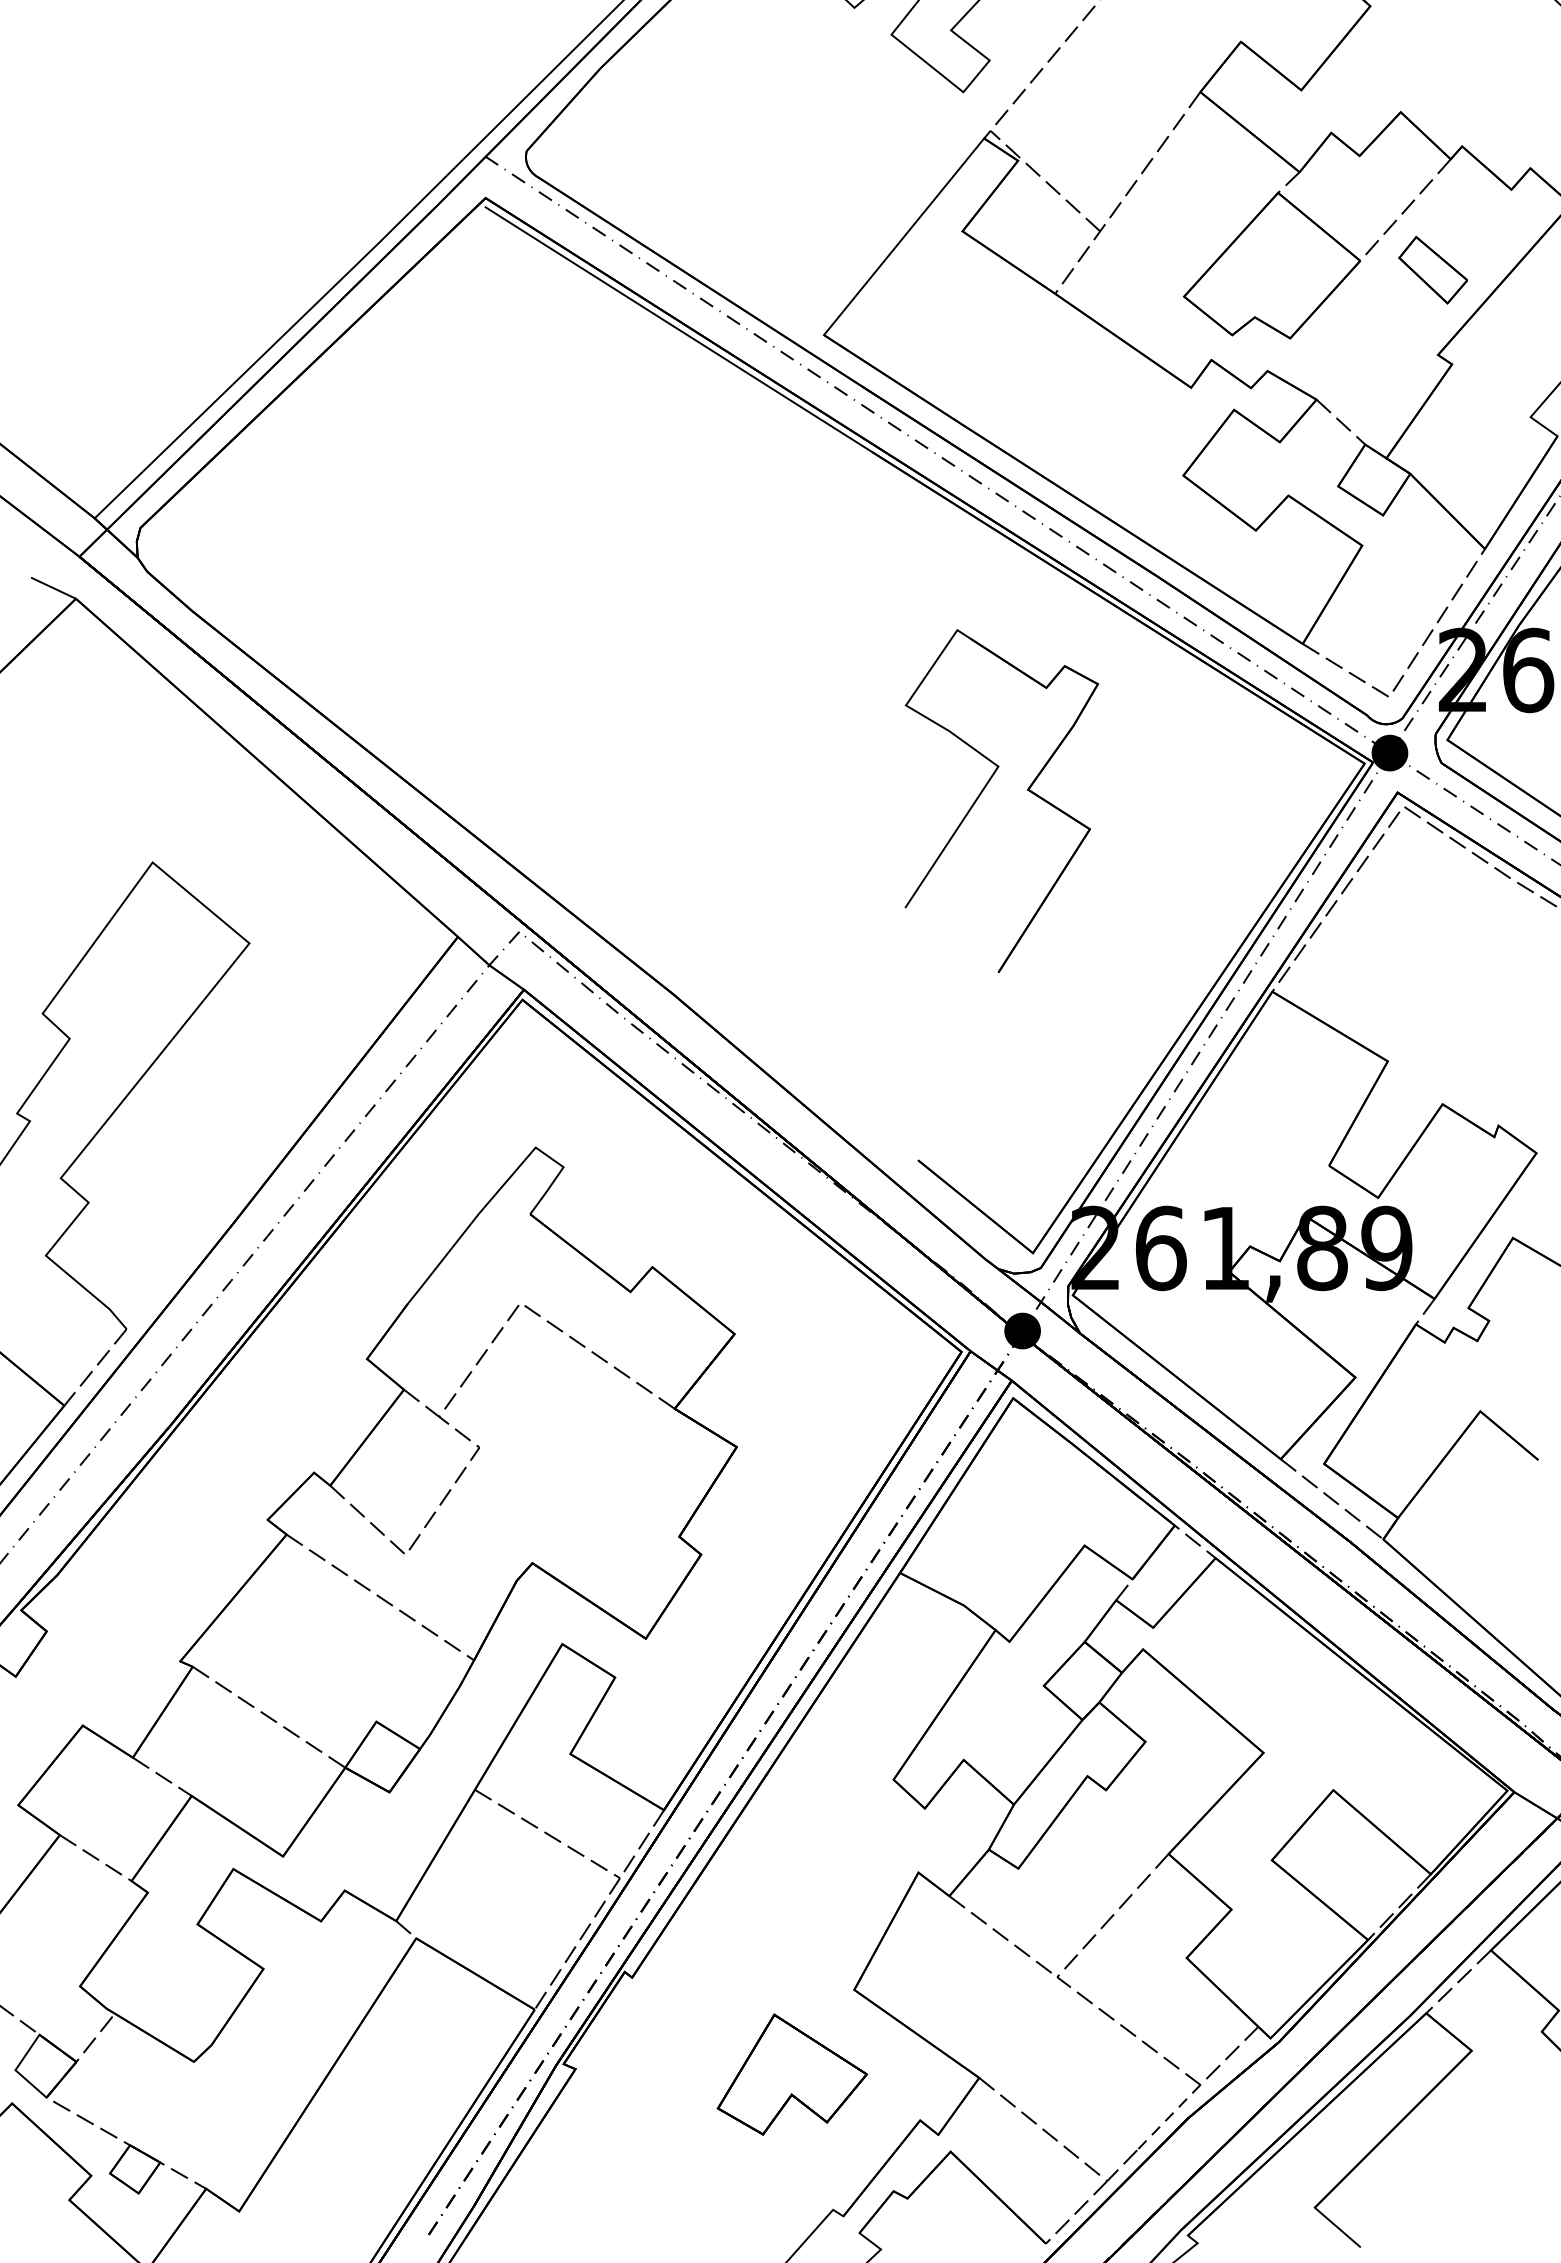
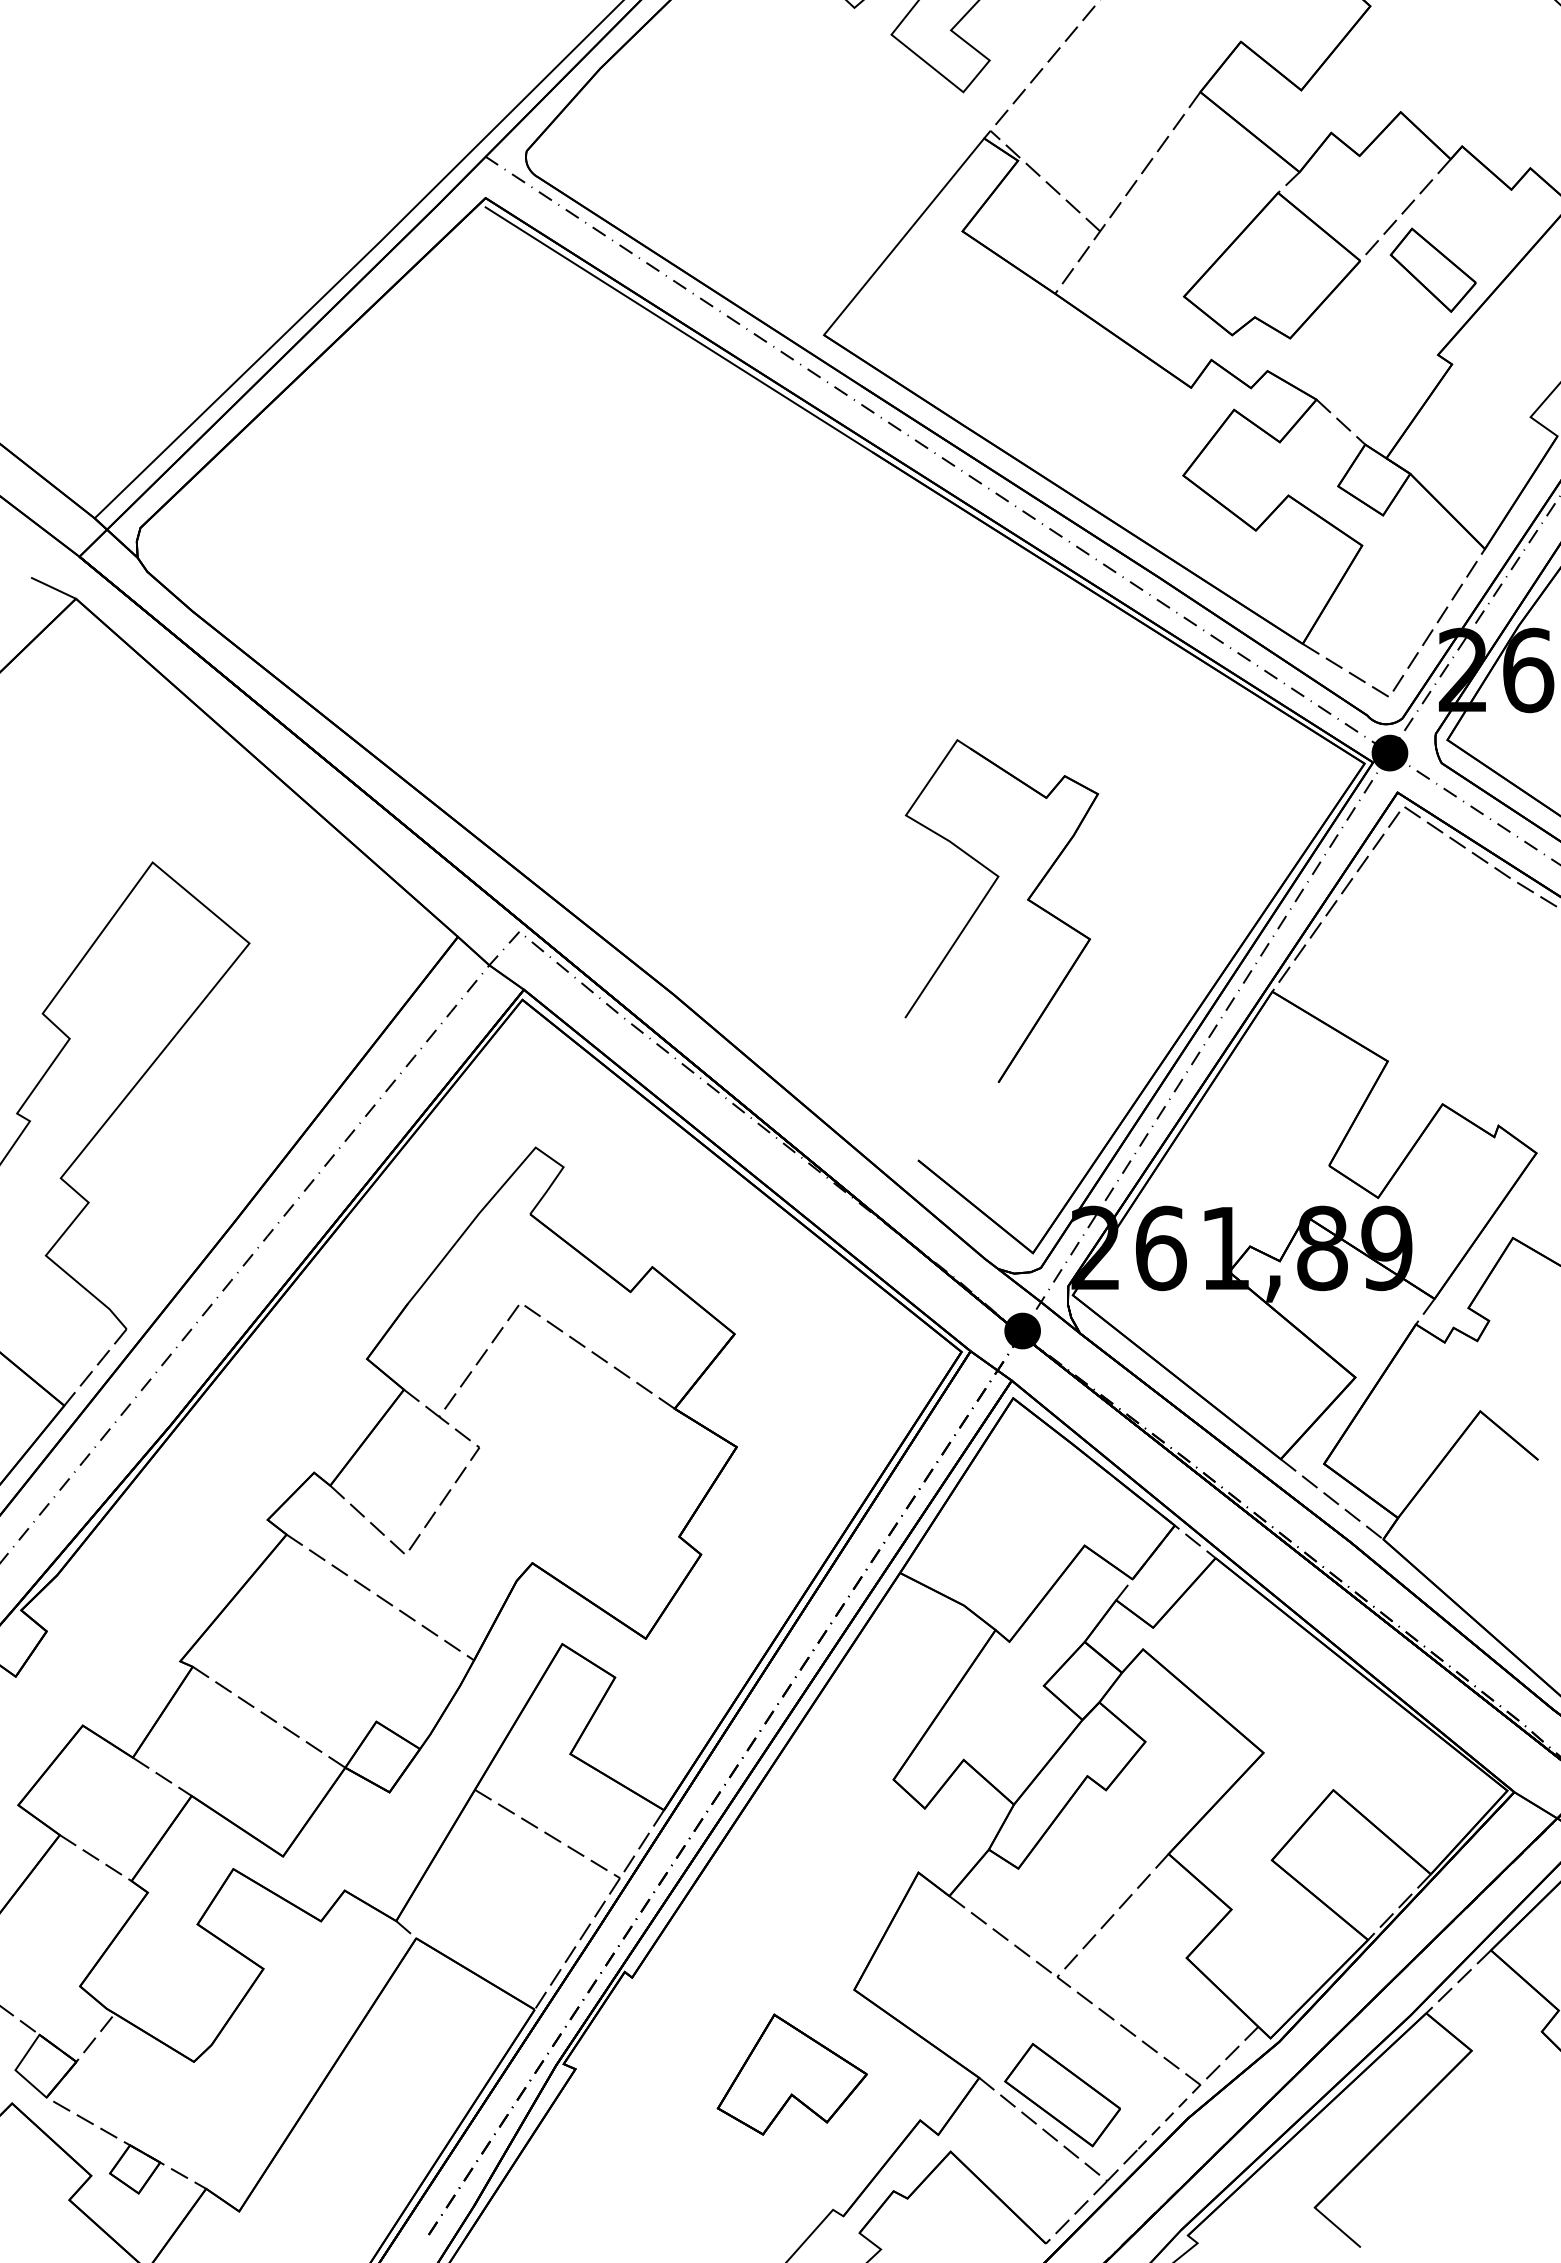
part at (1432, 269) size: 70x70 px -> 88x86 px
part at (985, 788) position: (985, 788) -> (985, 898)
part at (1062, 2094): none -> present
